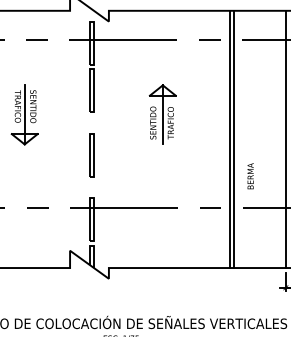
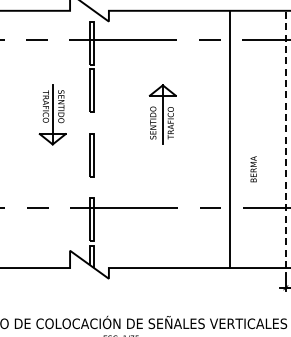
part at (24, 114) position: (24, 114) -> (52, 114)
line at (234, 139): present -> none
line at (285, 139): solid -> dashed
text at (250, 176) position: (250, 176) -> (253, 169)
